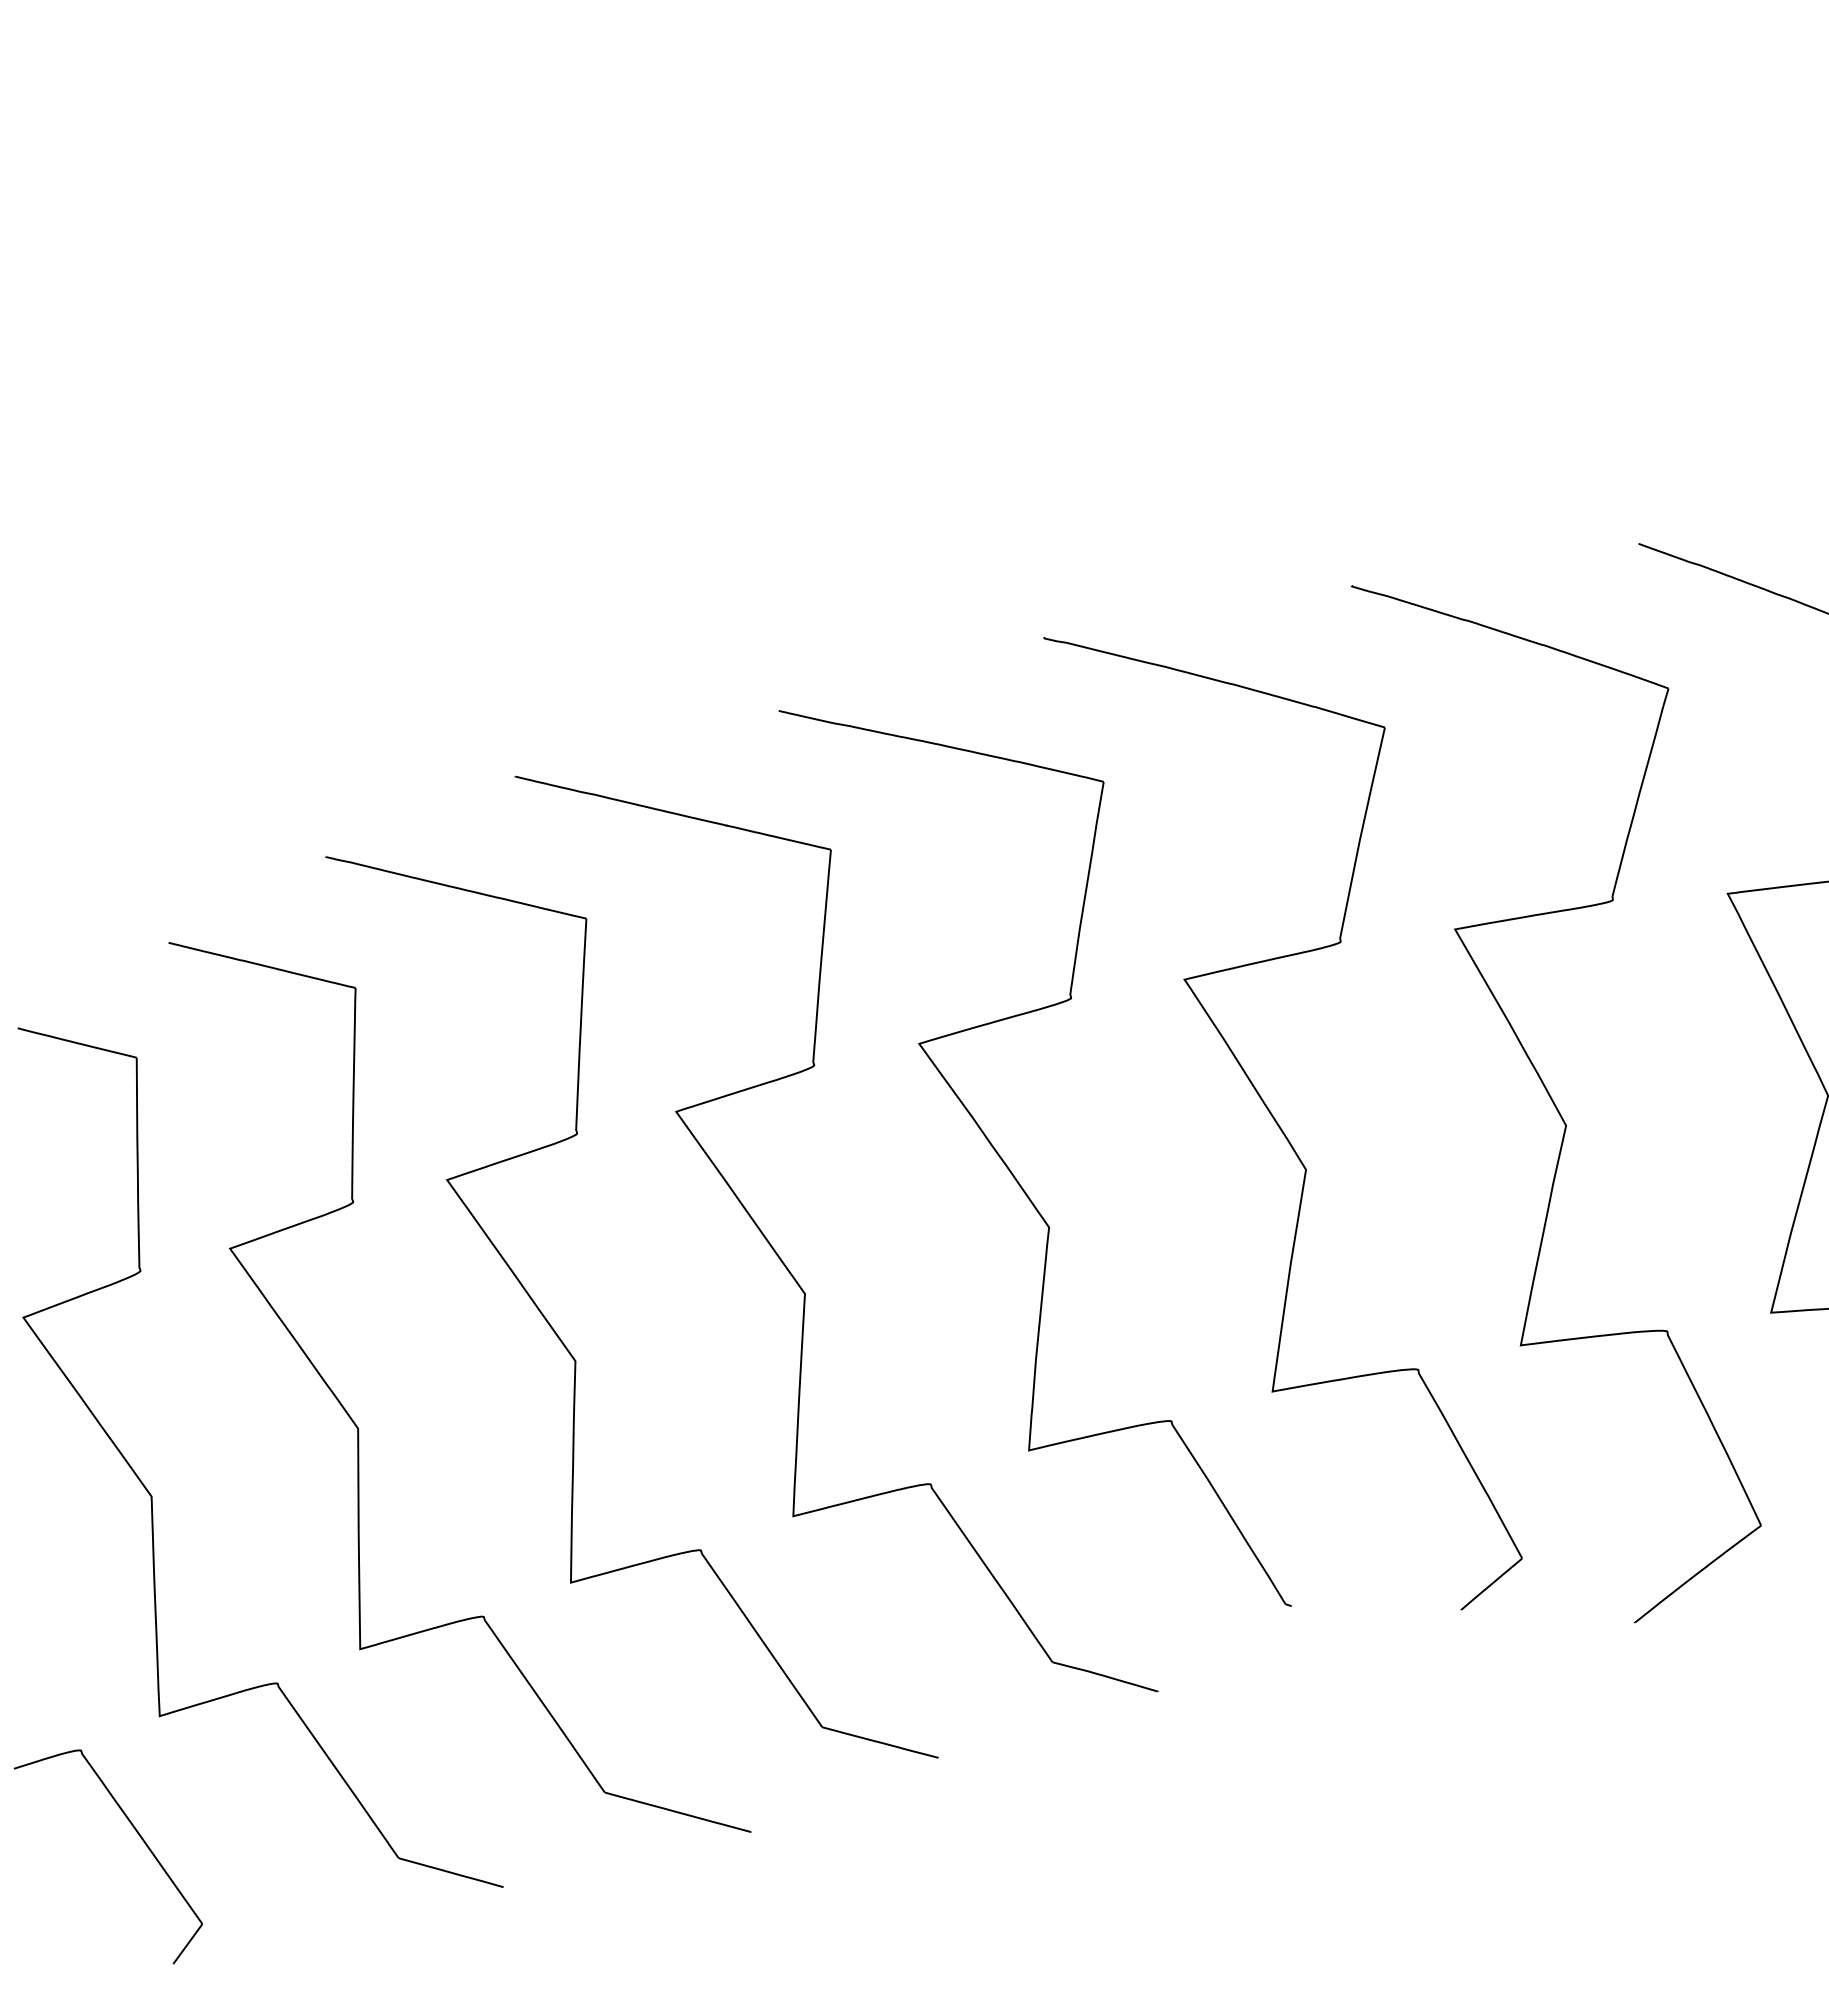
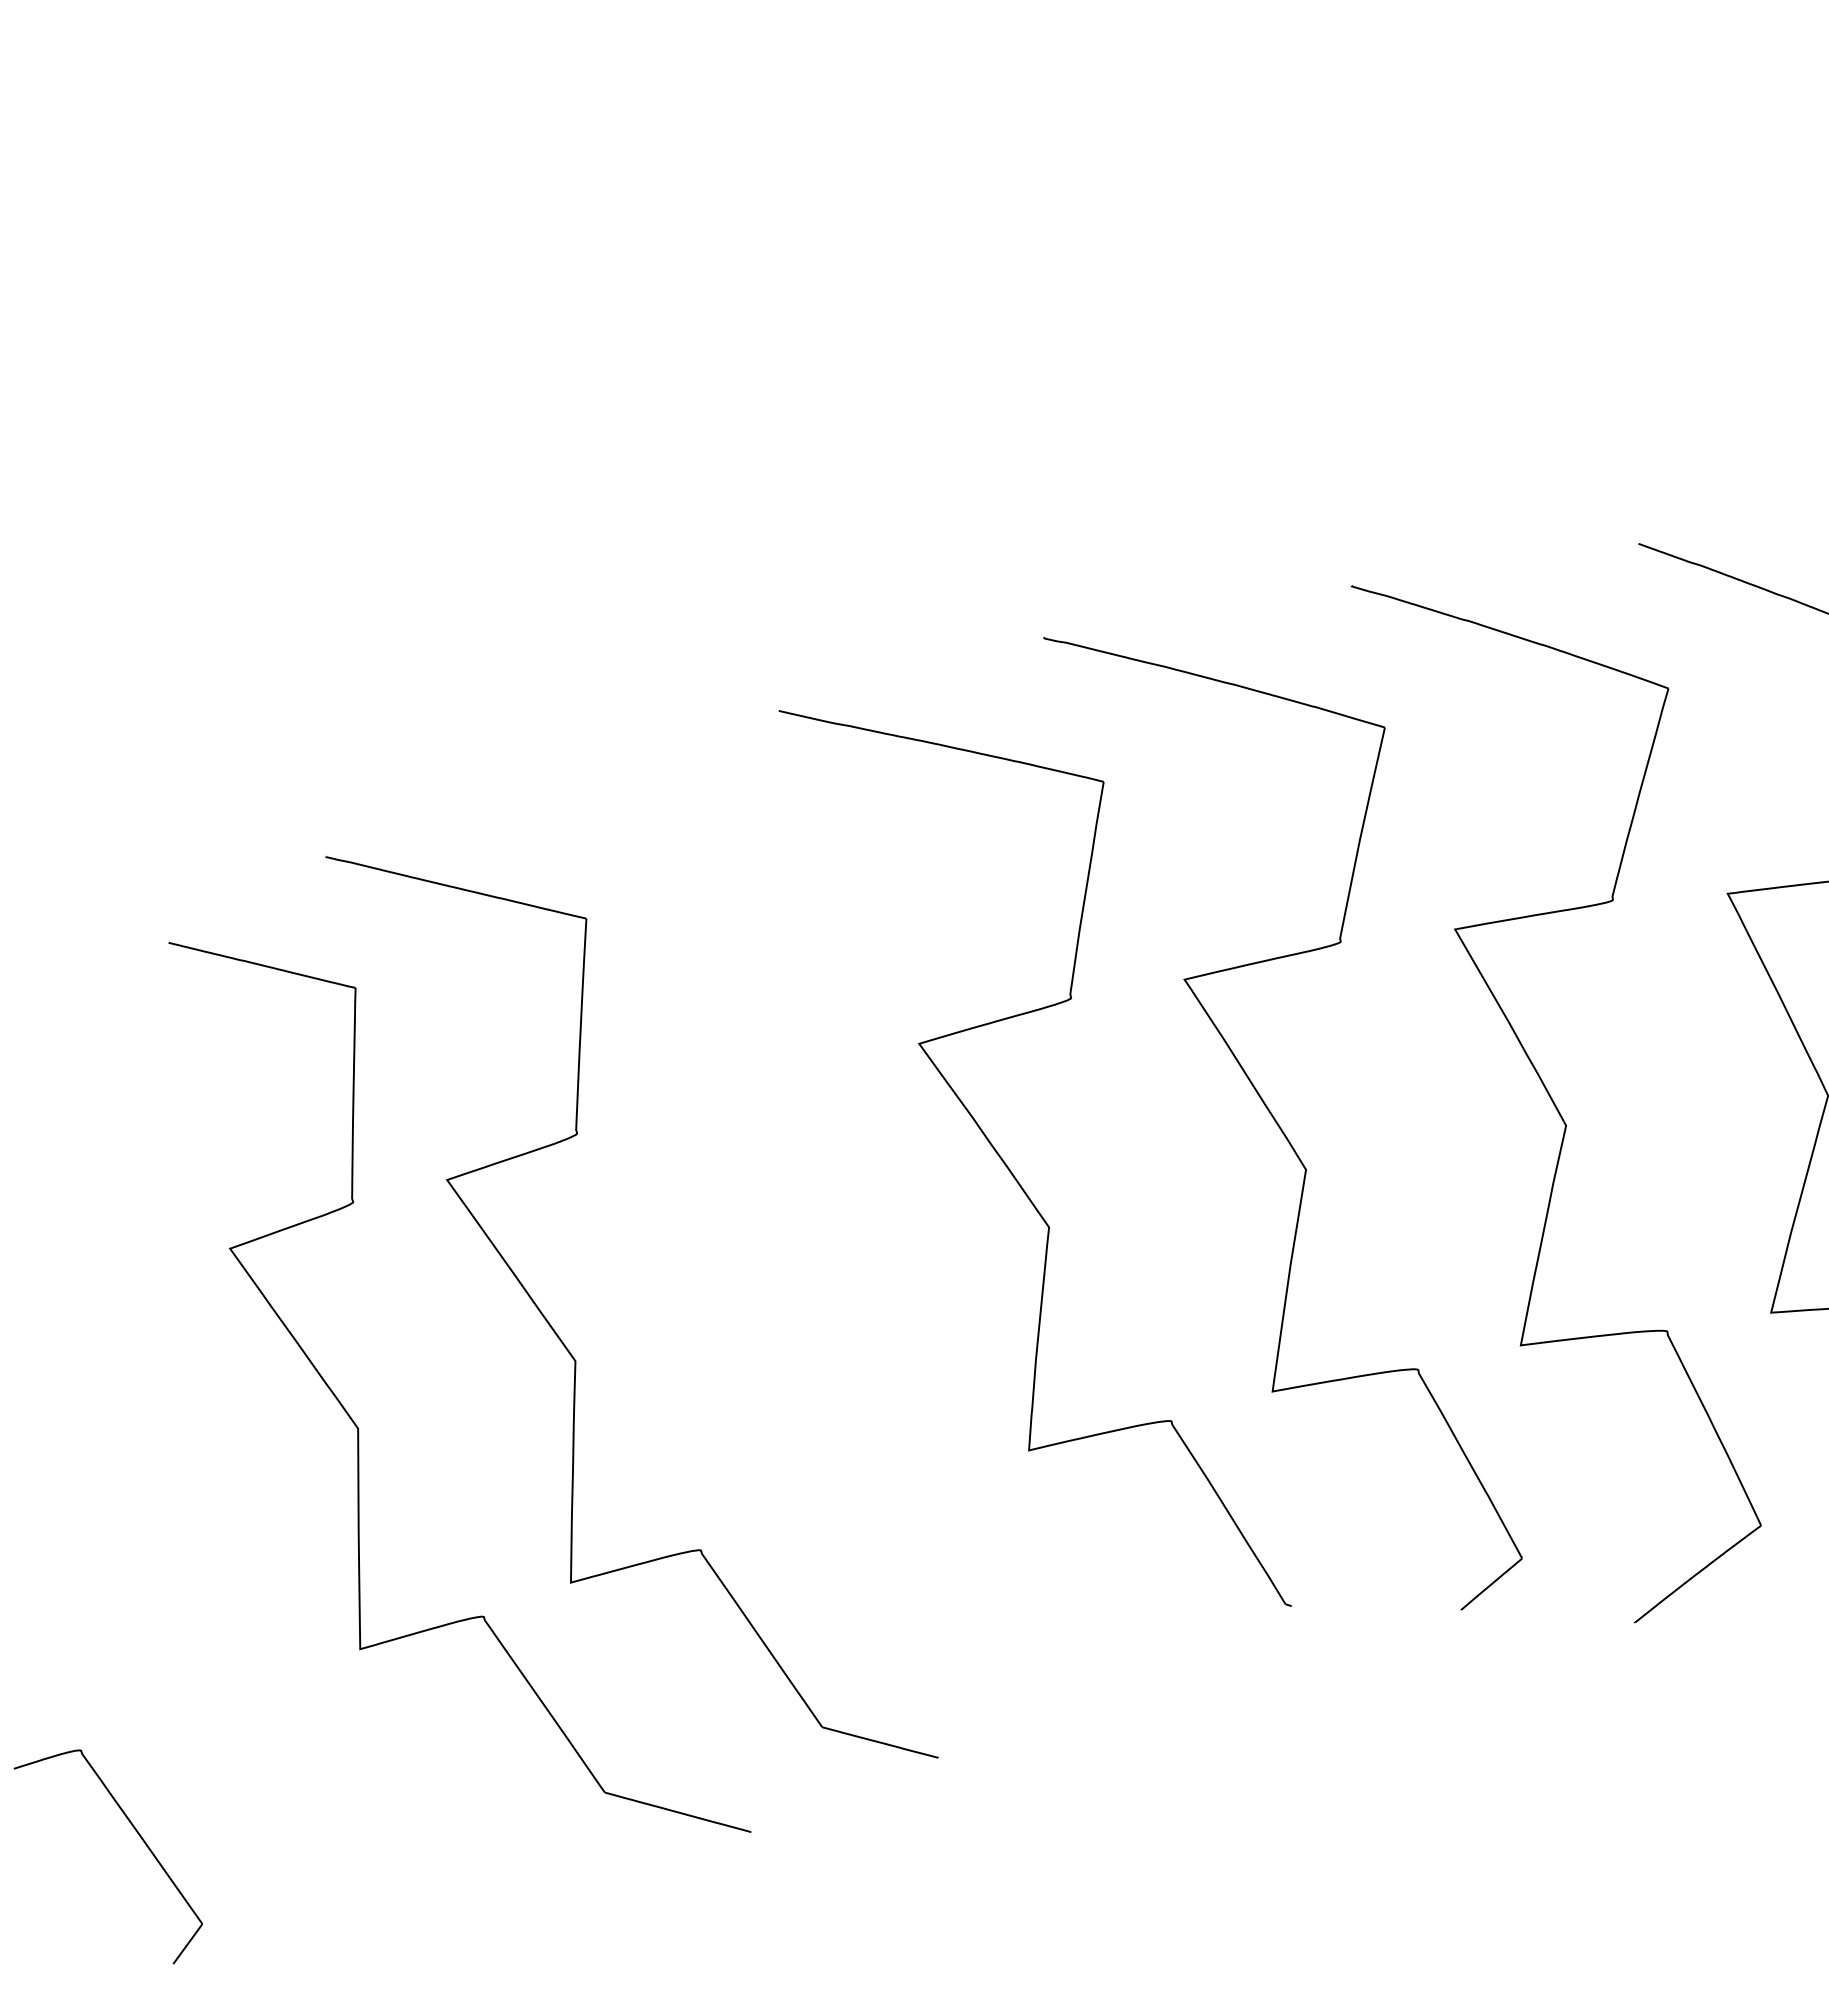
part at (786, 1265): present -> none
part at (152, 1496): present -> none
